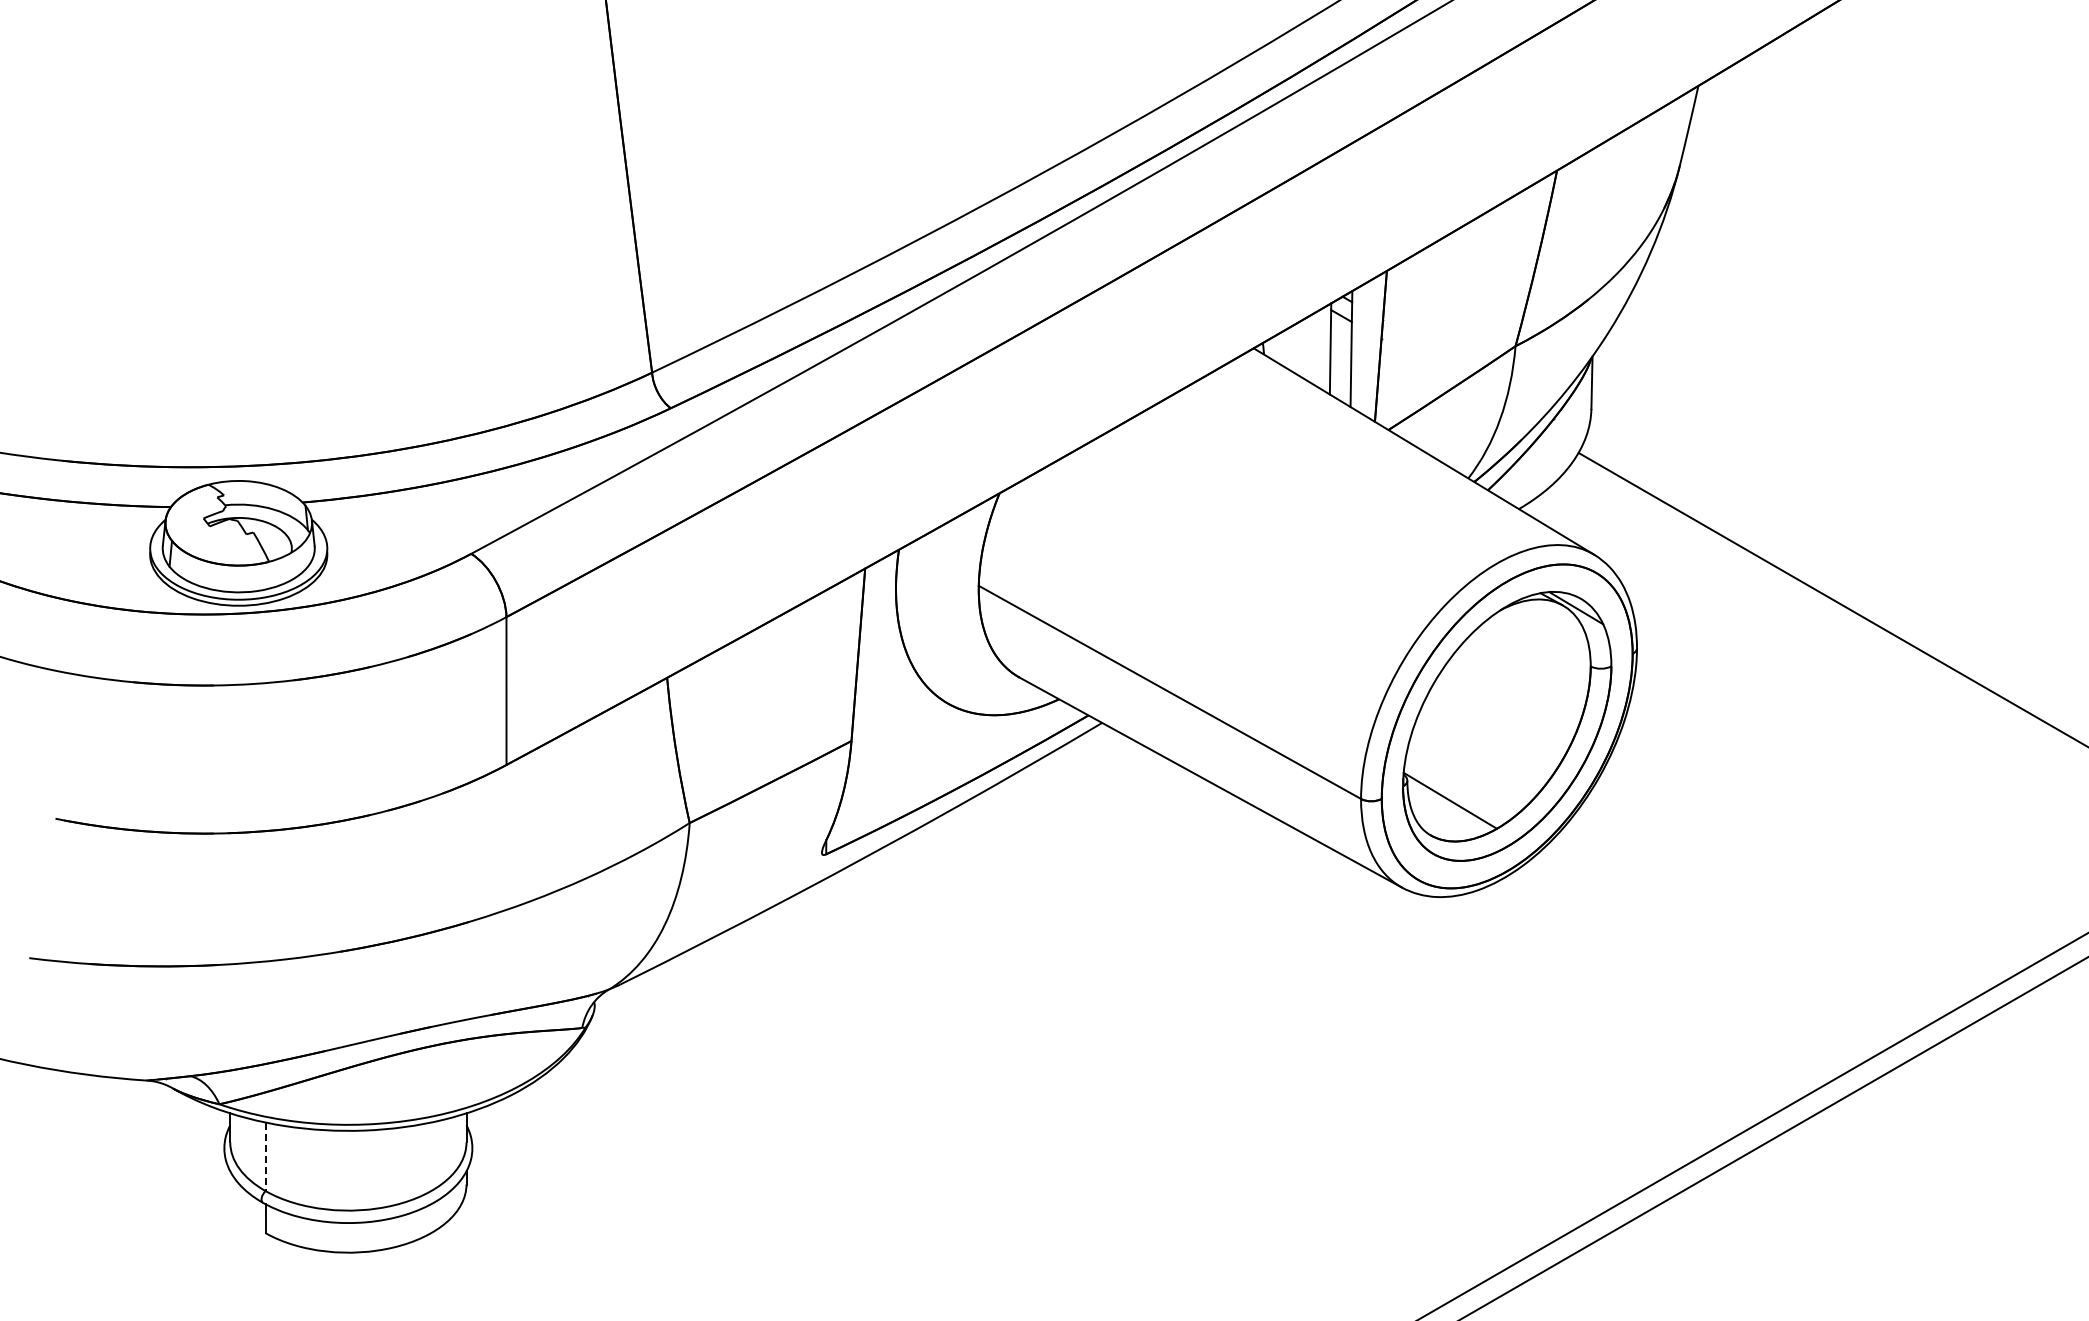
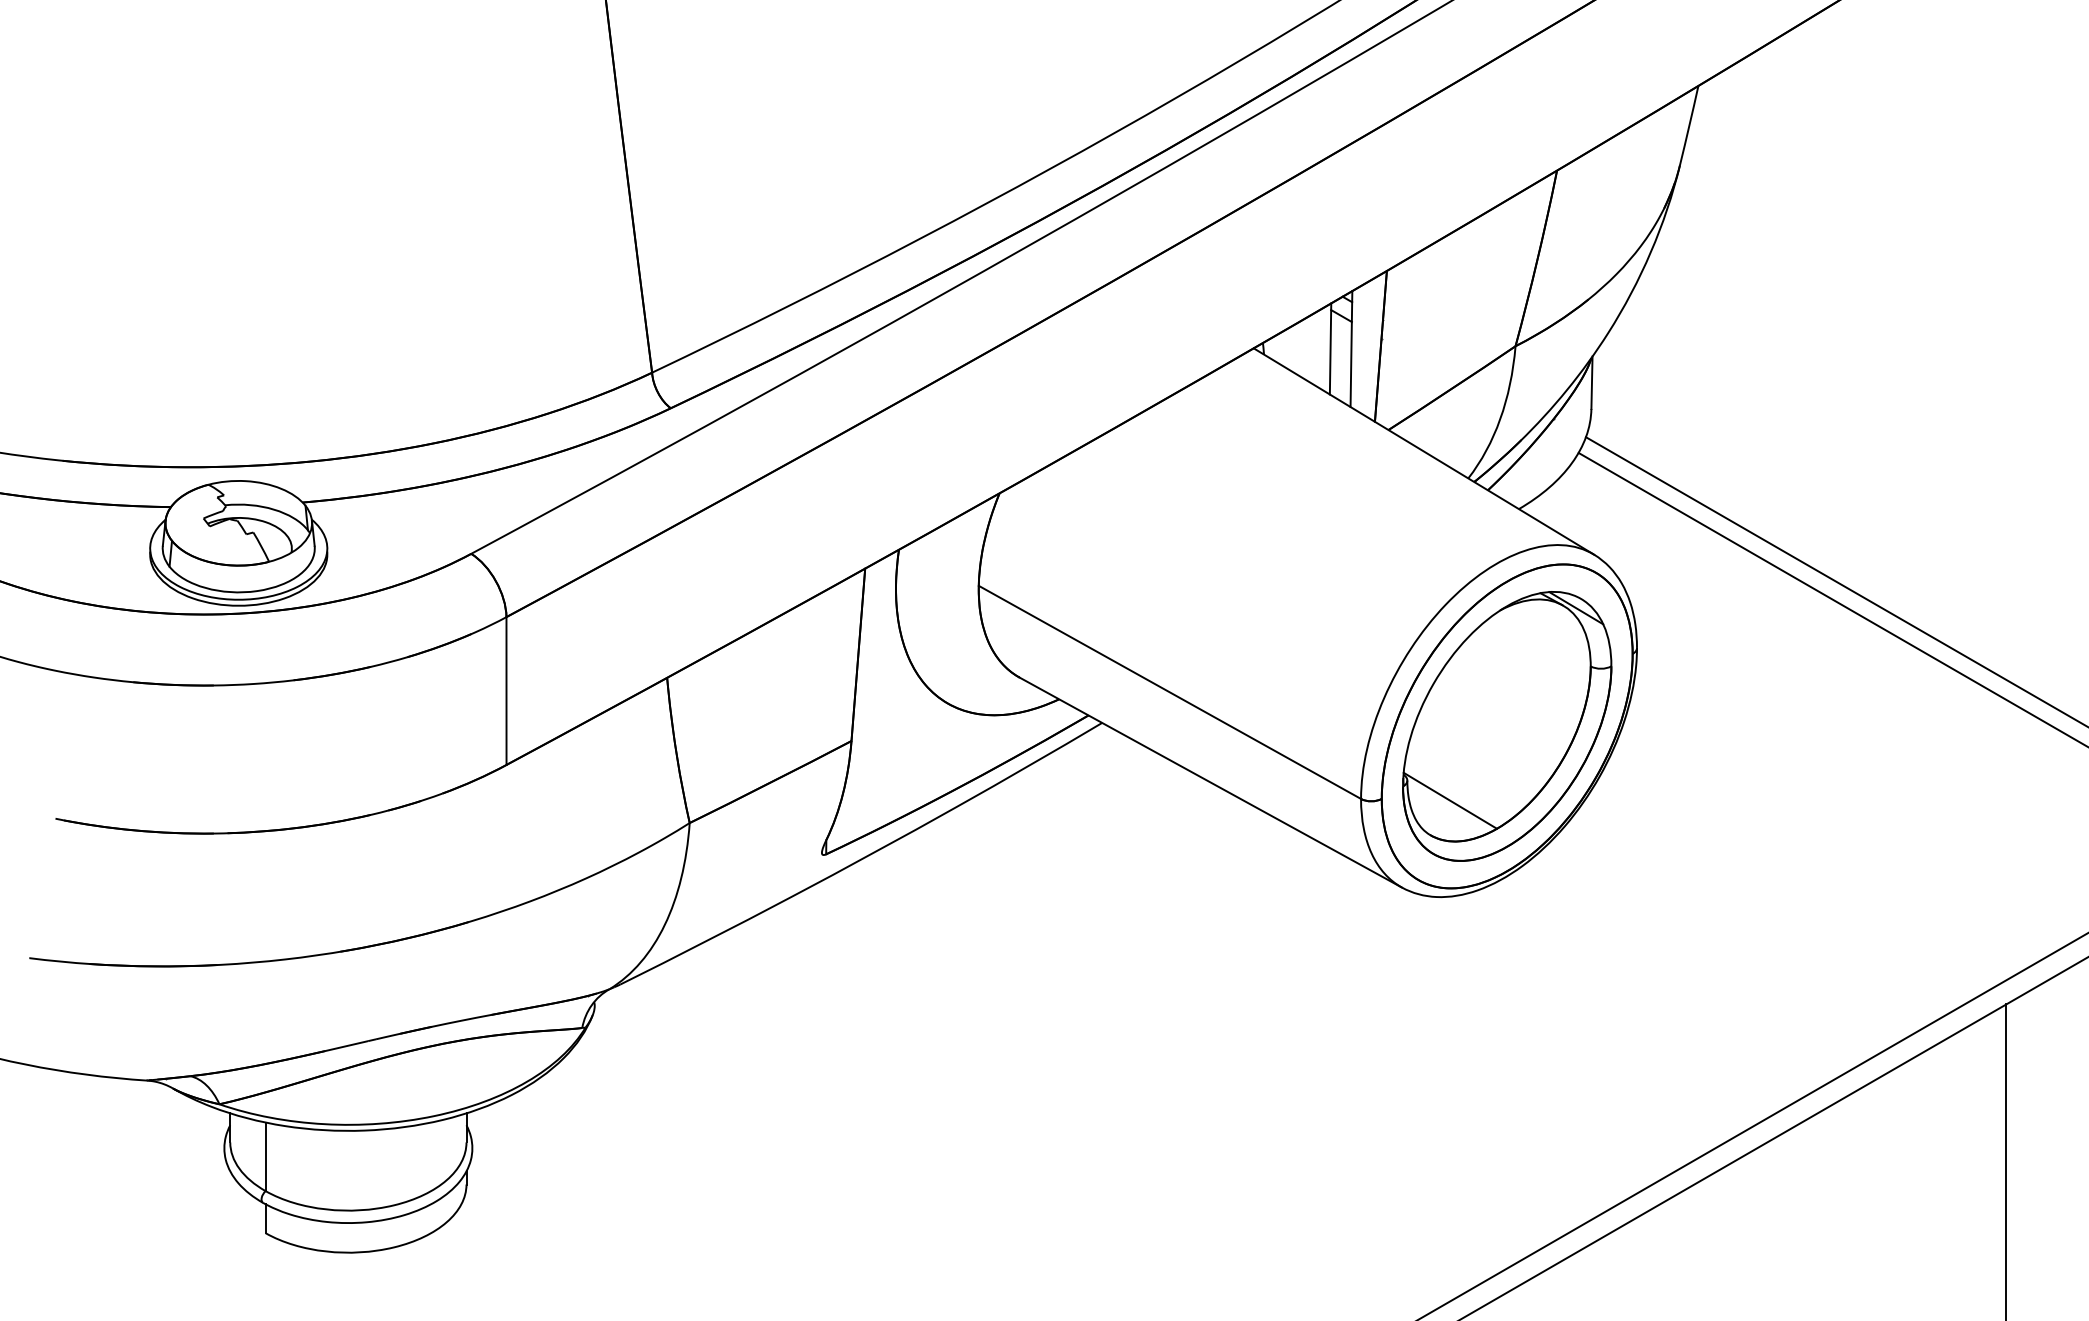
line at (1835, 581): none -> present
line at (265, 1157): dashed -> solid
line at (2006, 1160): none -> present
